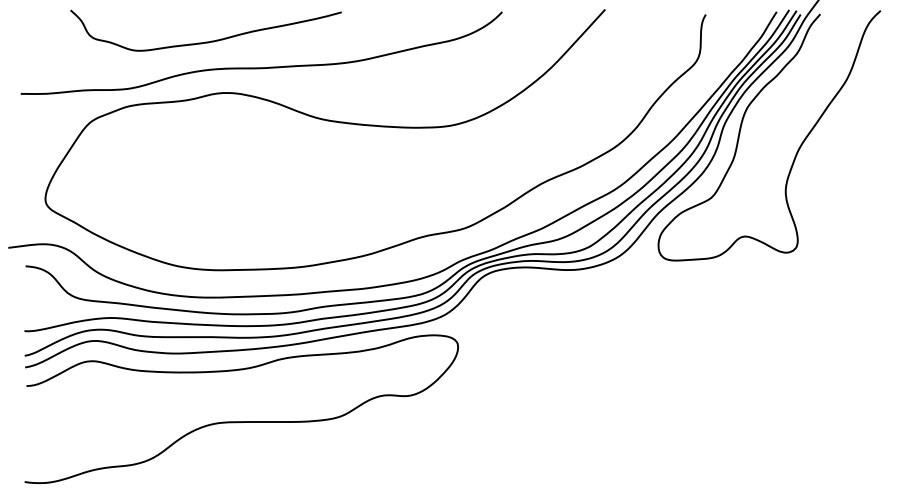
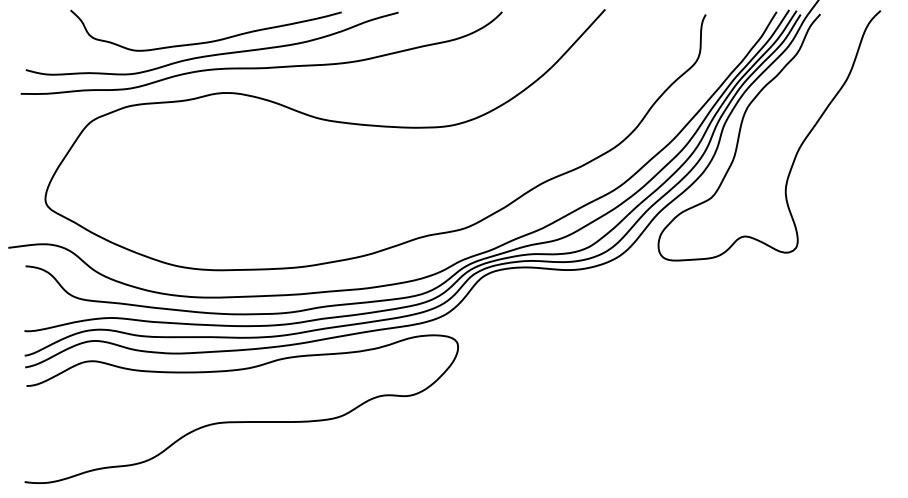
curve at (211, 54): none -> present
